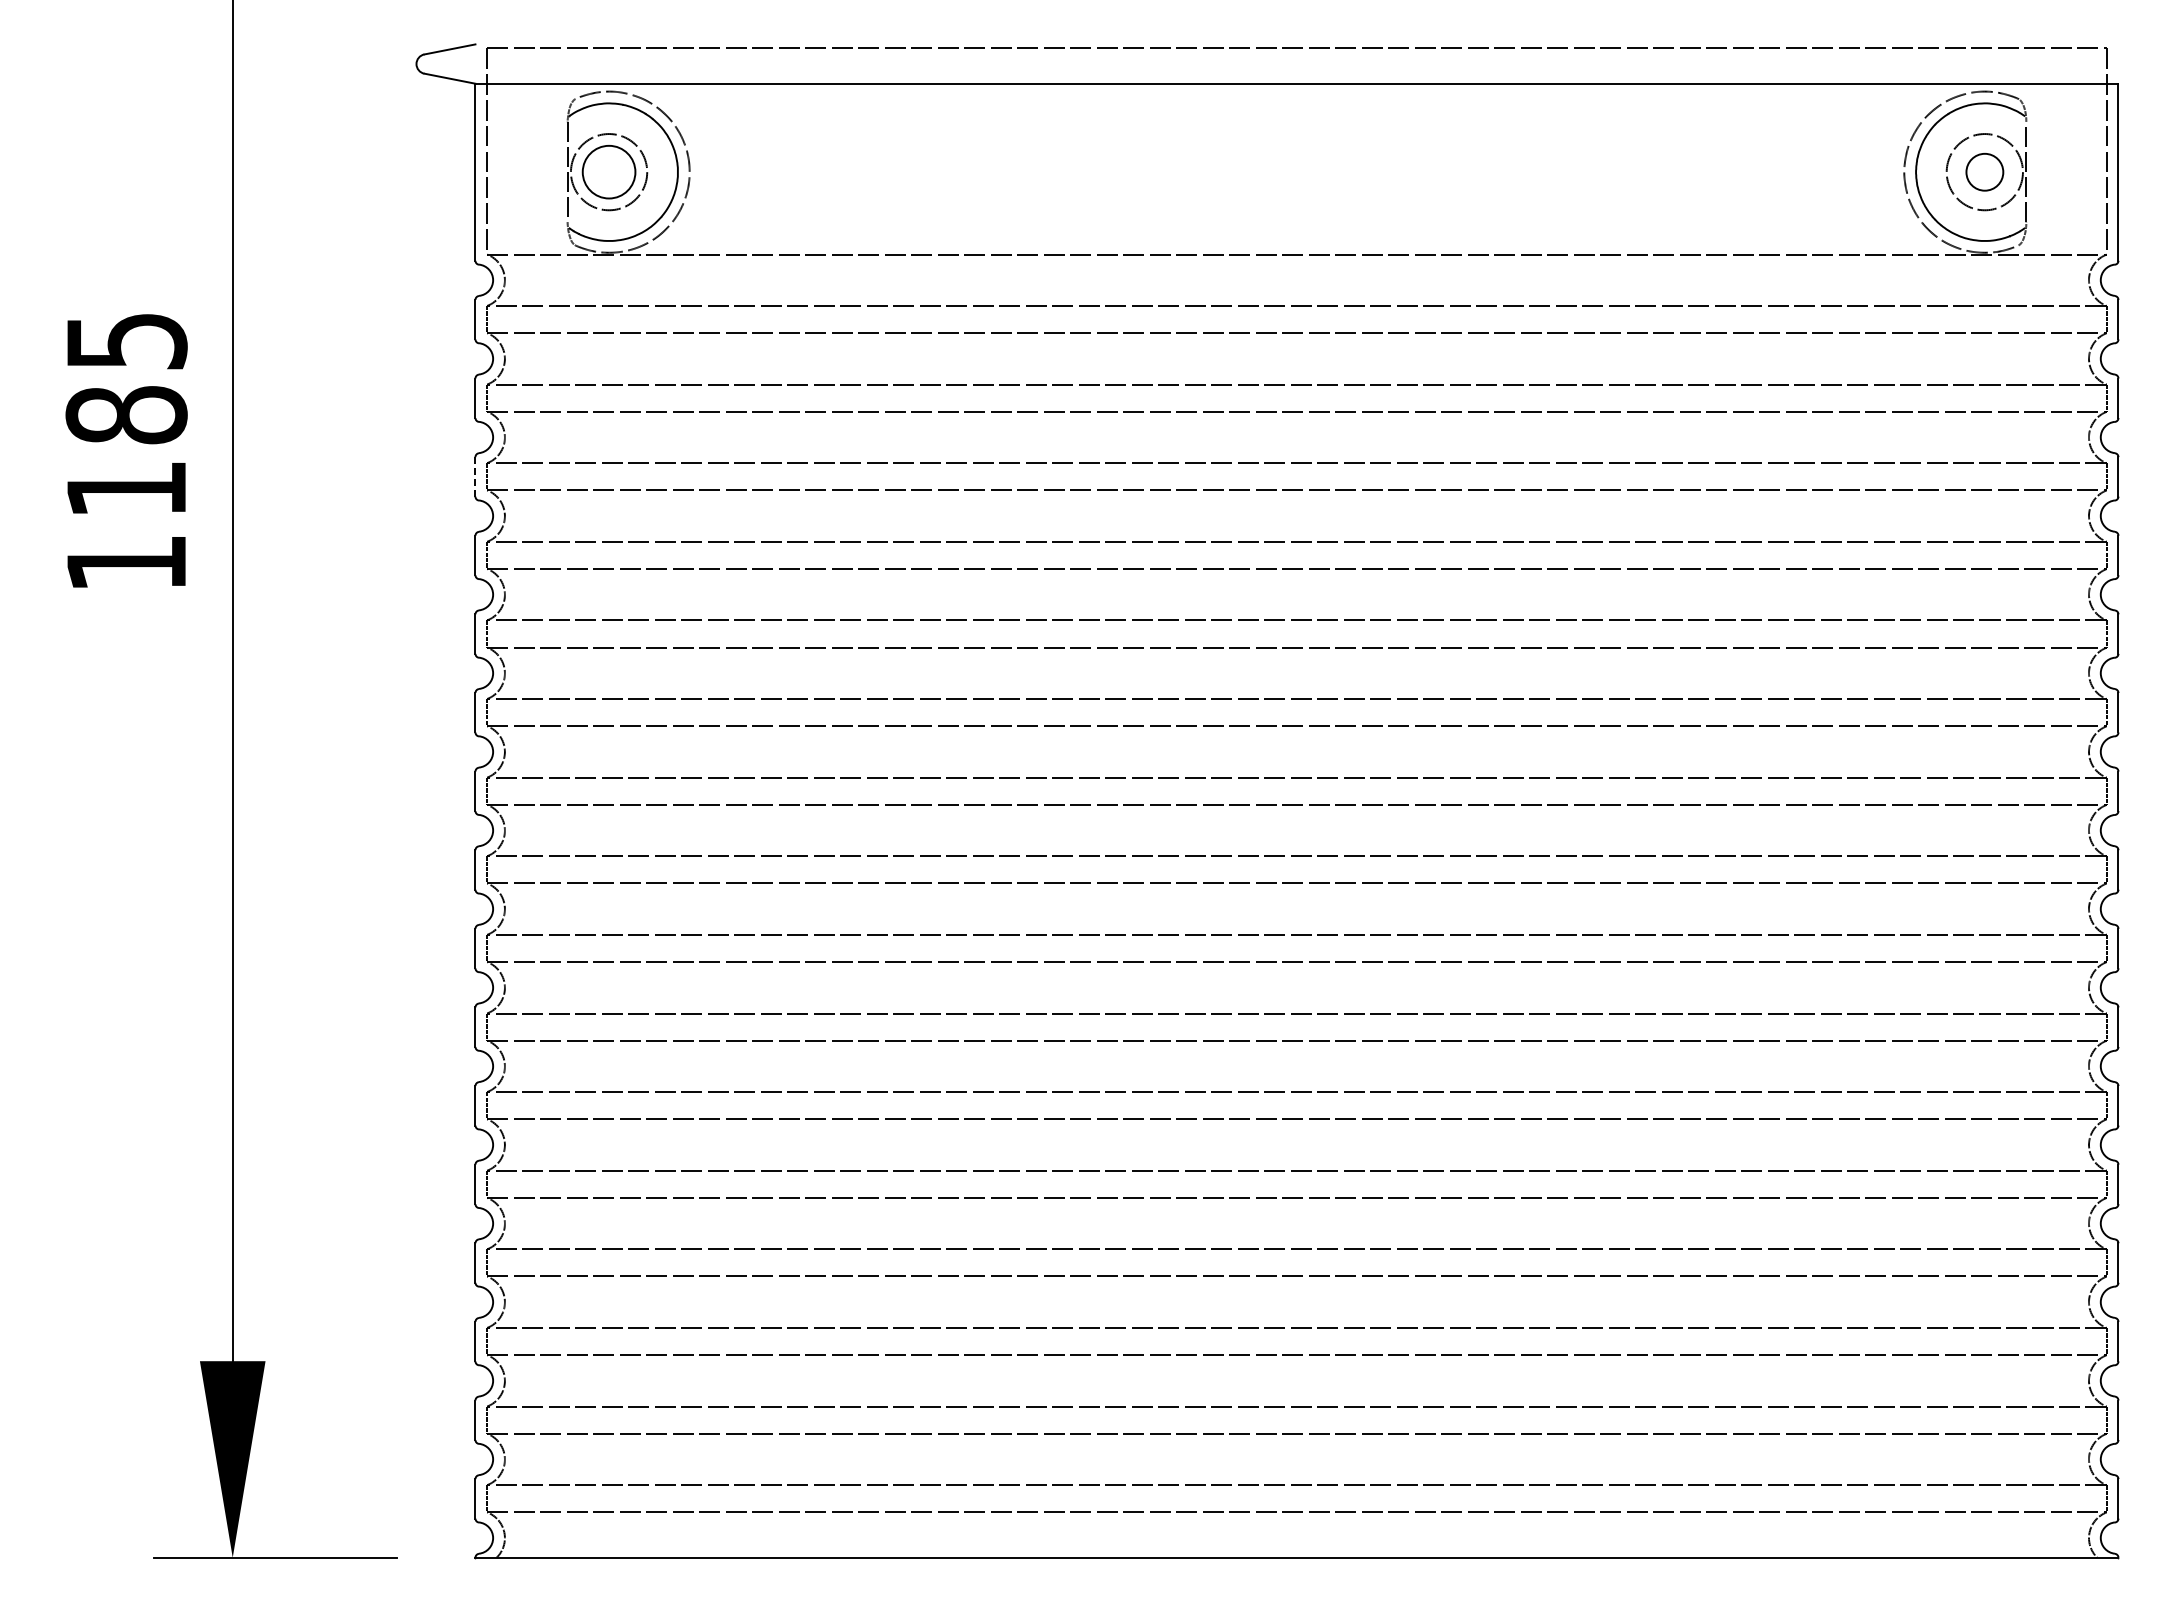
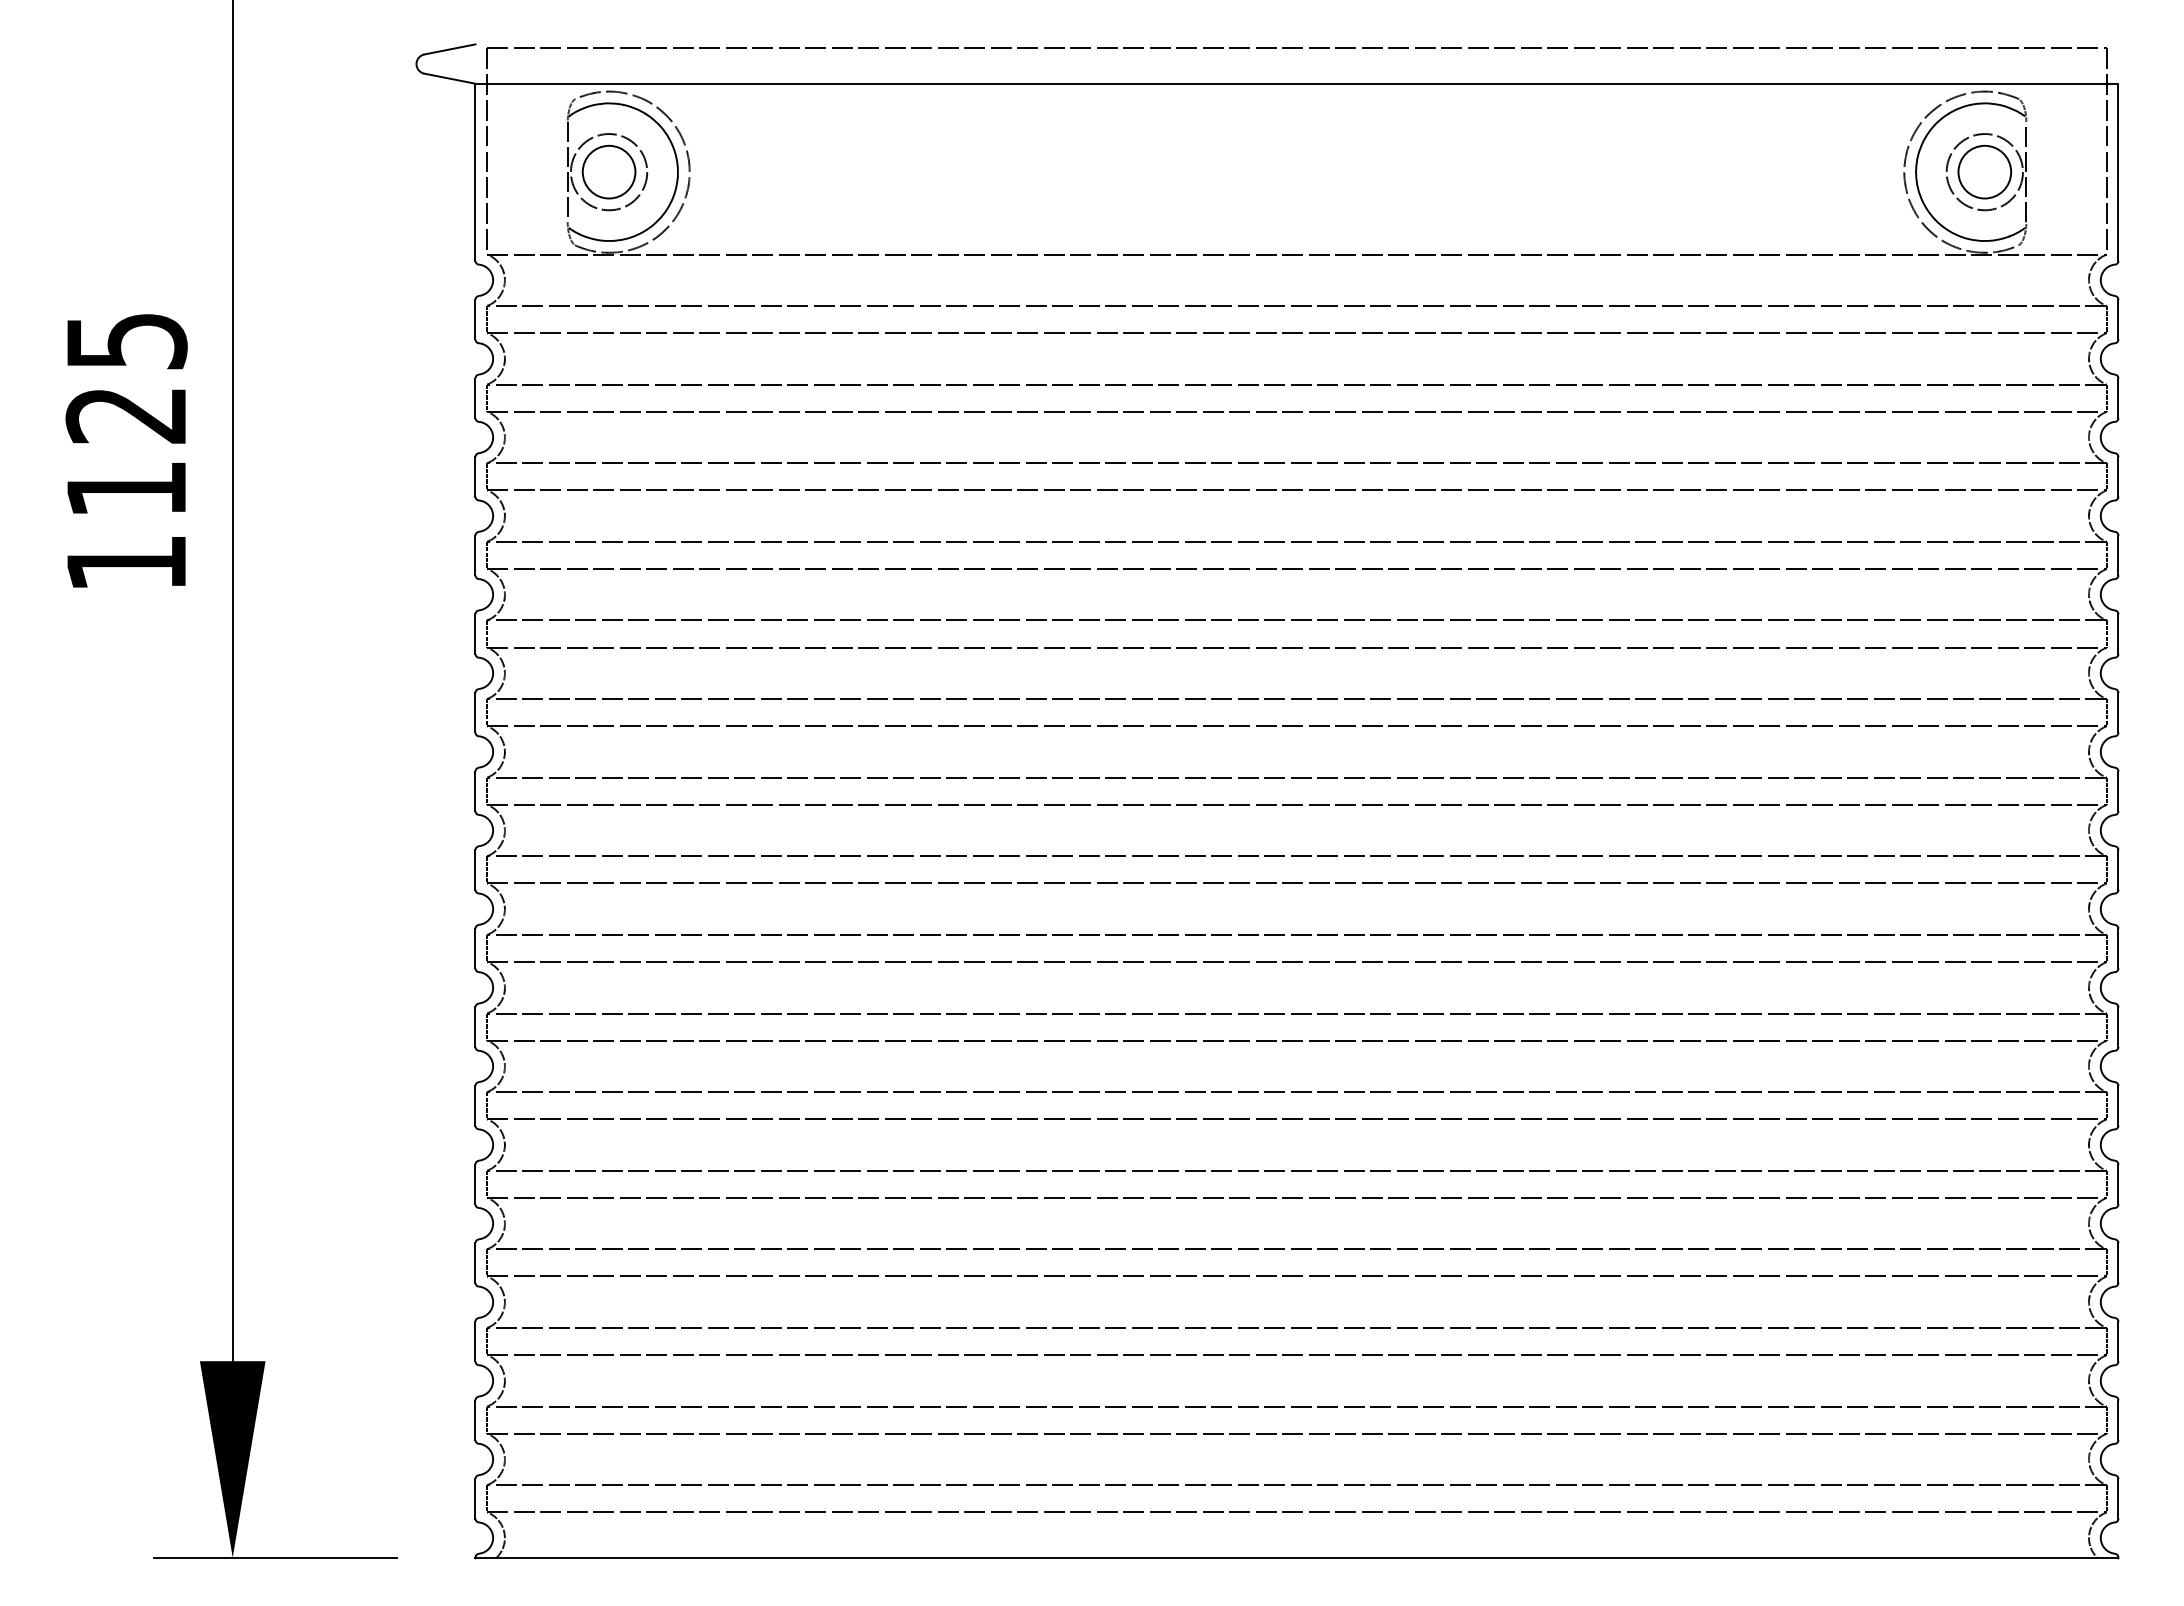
circle at (1984, 172) size: 40x39 px -> 56x55 px
text at (126, 415): 1185 -> 1125
line at (475, 476): dashed -> solid
